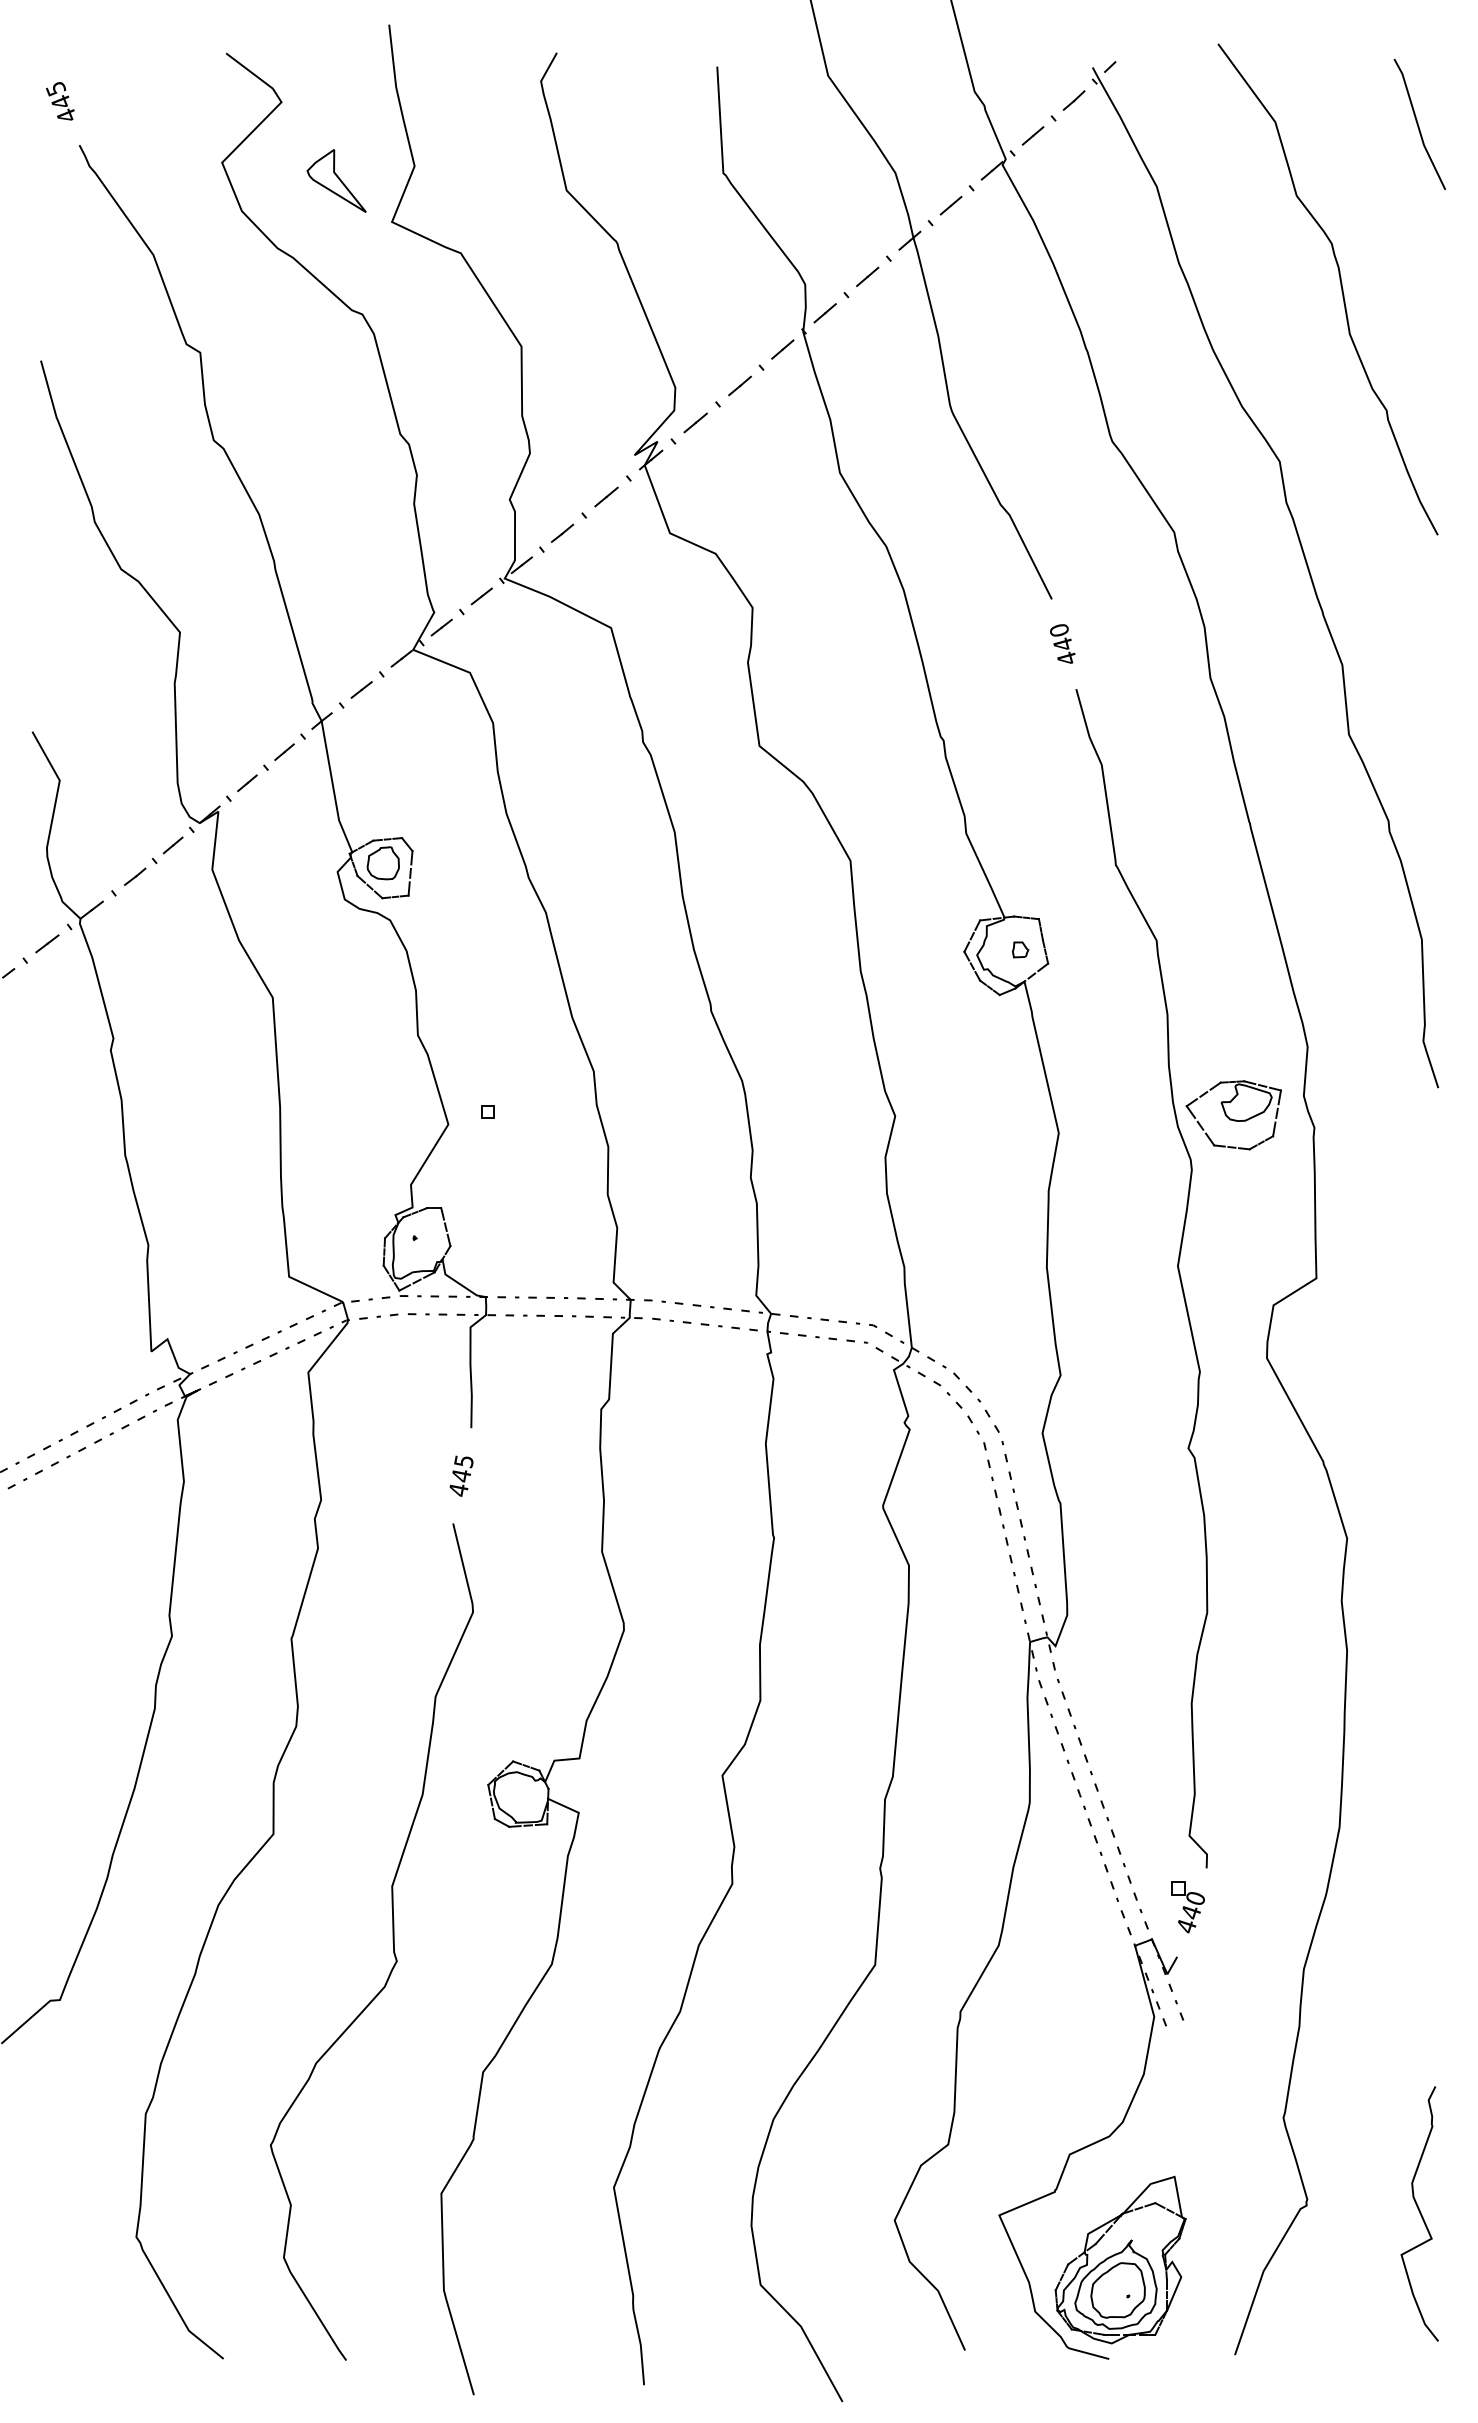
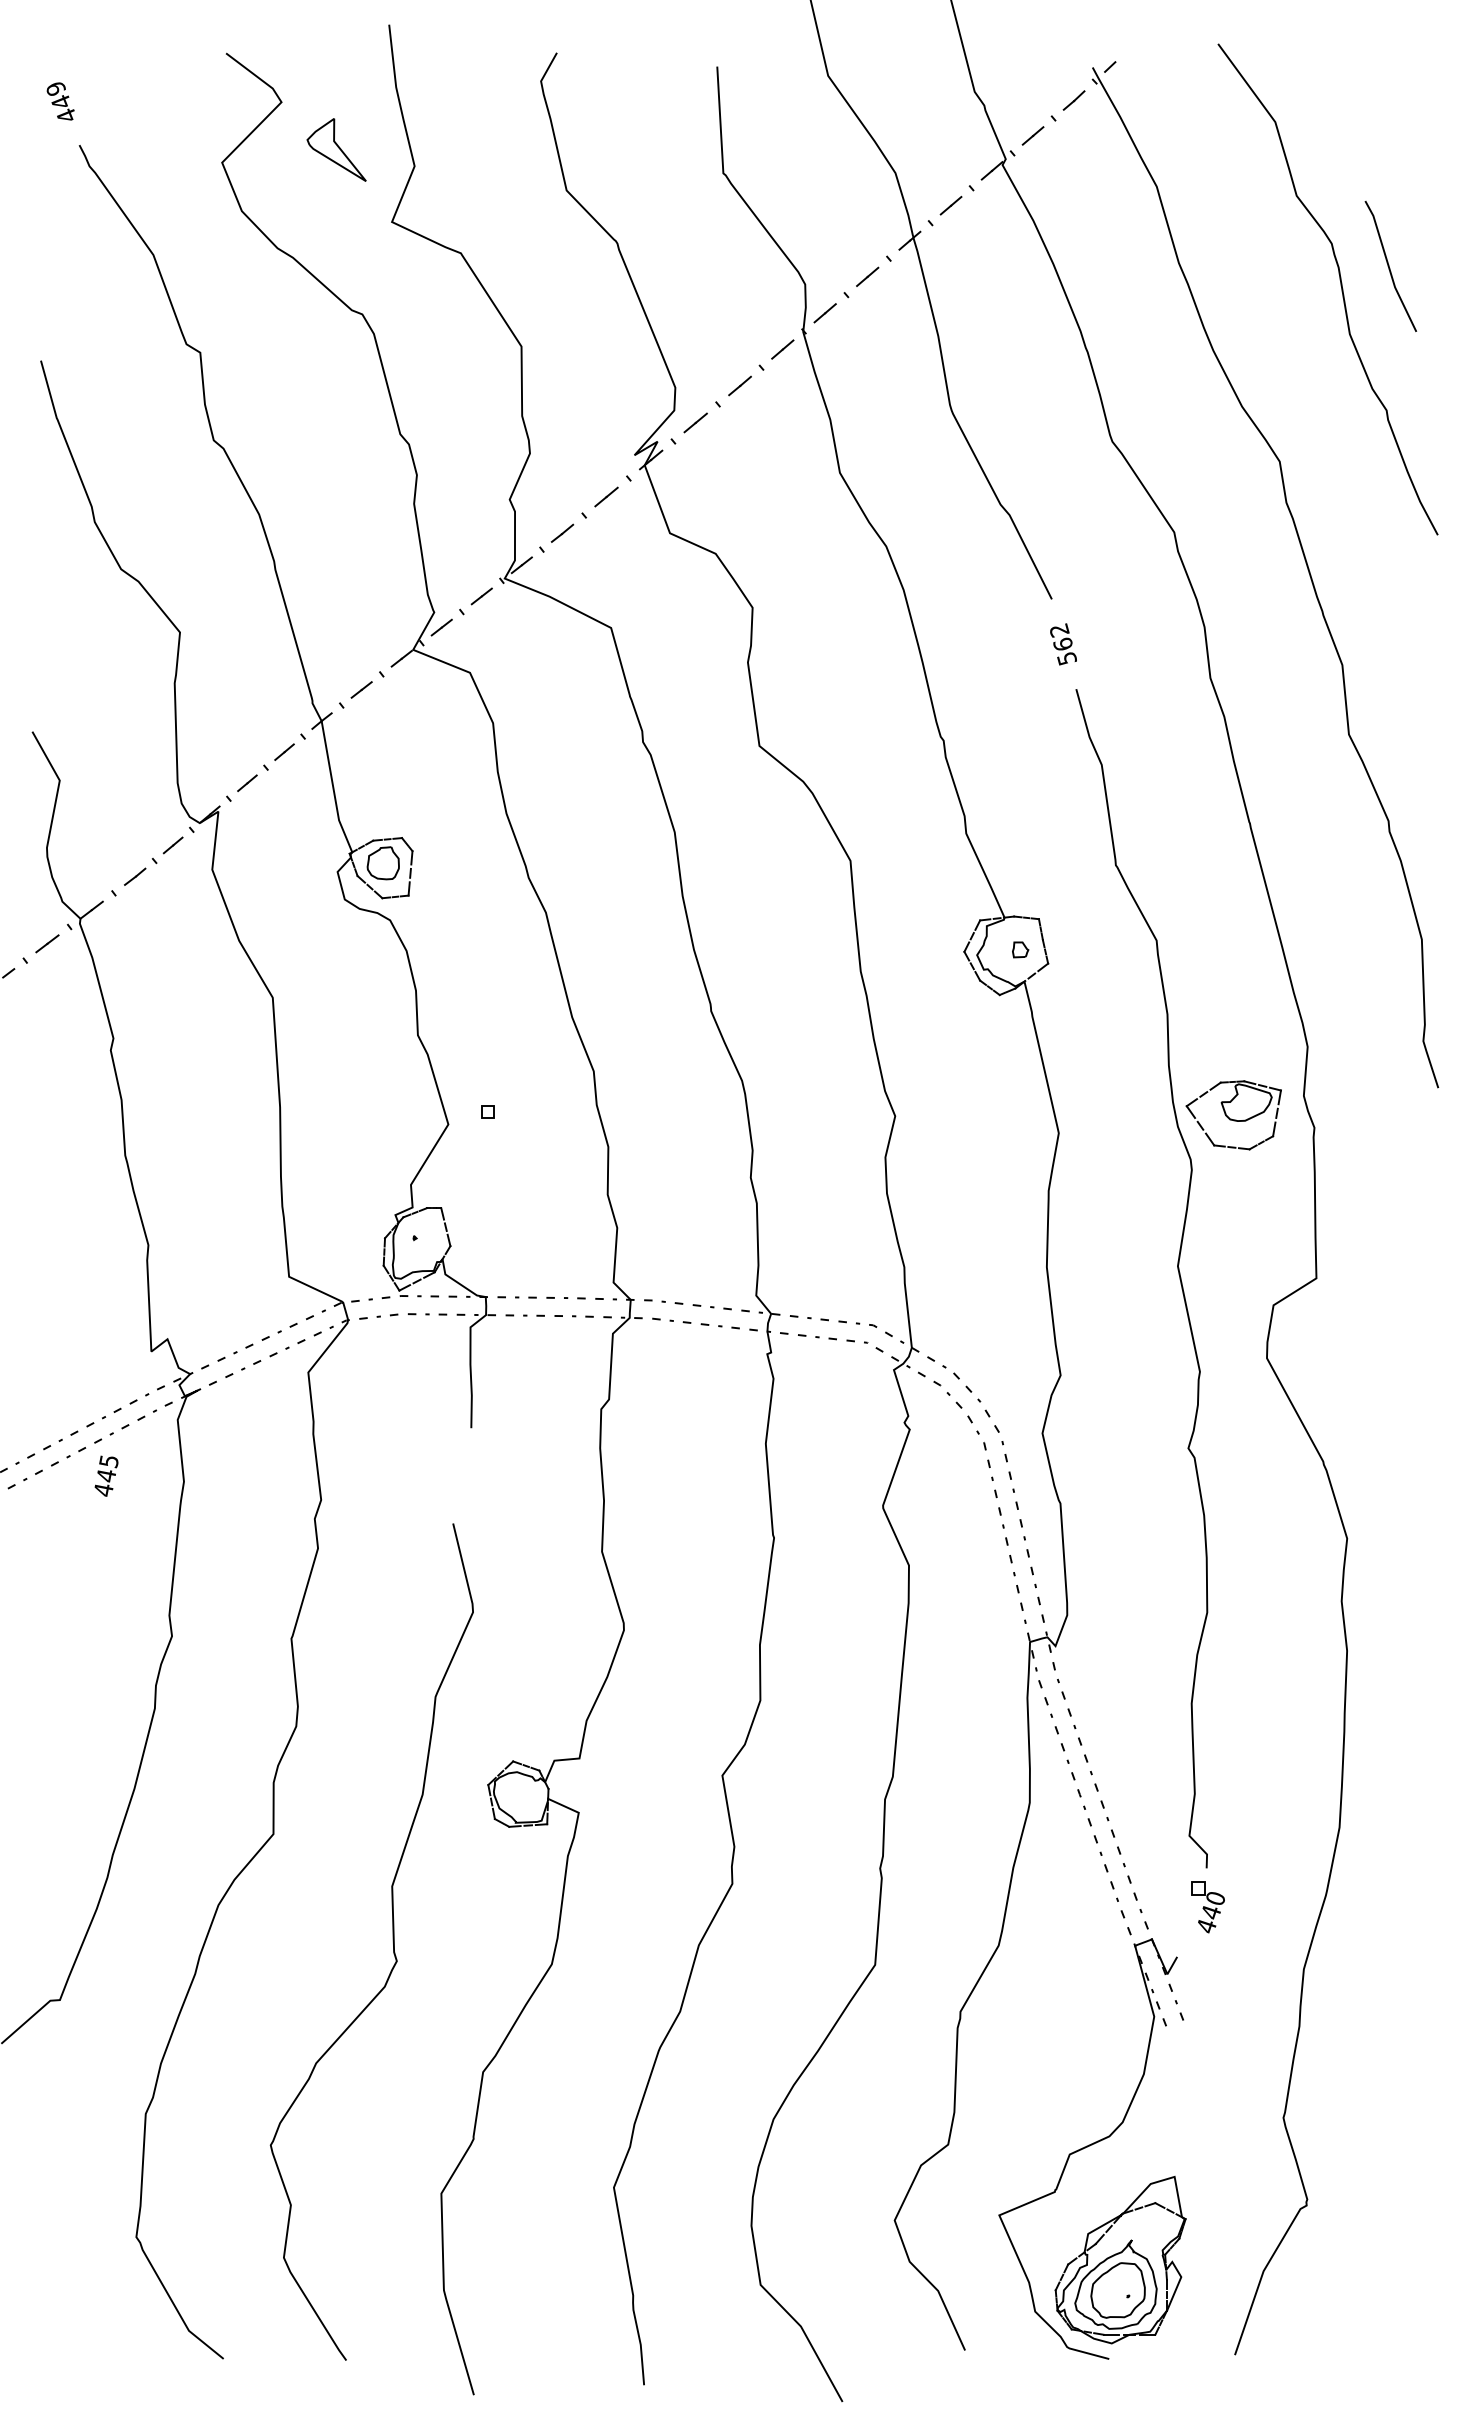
text at (56, 89): 445 -> 449
line at (1418, 124) position: (1418, 124) -> (1389, 266)
part at (336, 180) position: (336, 180) -> (336, 149)
text at (1063, 644): 440 -> 562
text at (461, 1475) position: (461, 1475) -> (106, 1475)
part at (1187, 1907) position: (1187, 1907) -> (1207, 1907)
curve at (1419, 2213): present -> none
